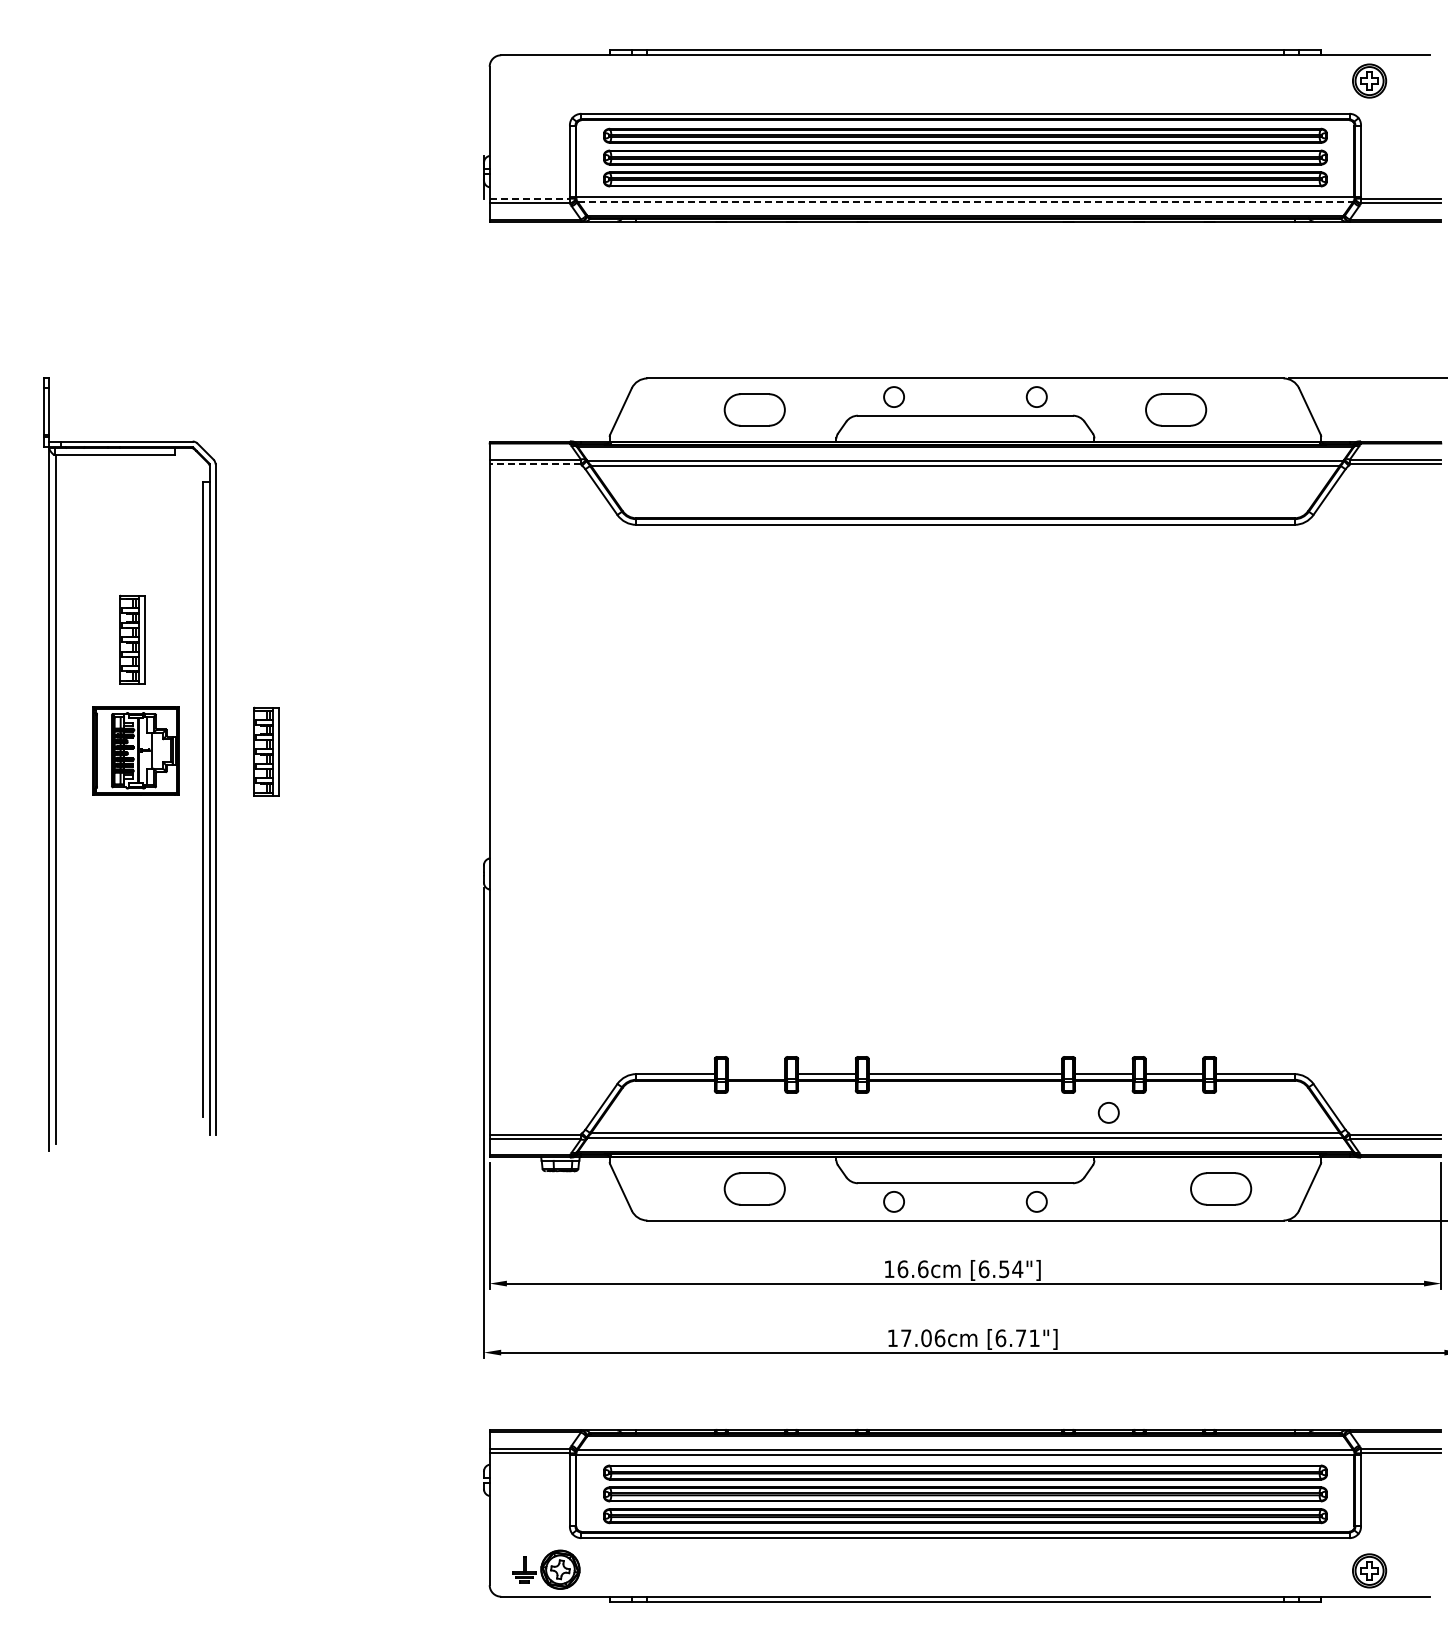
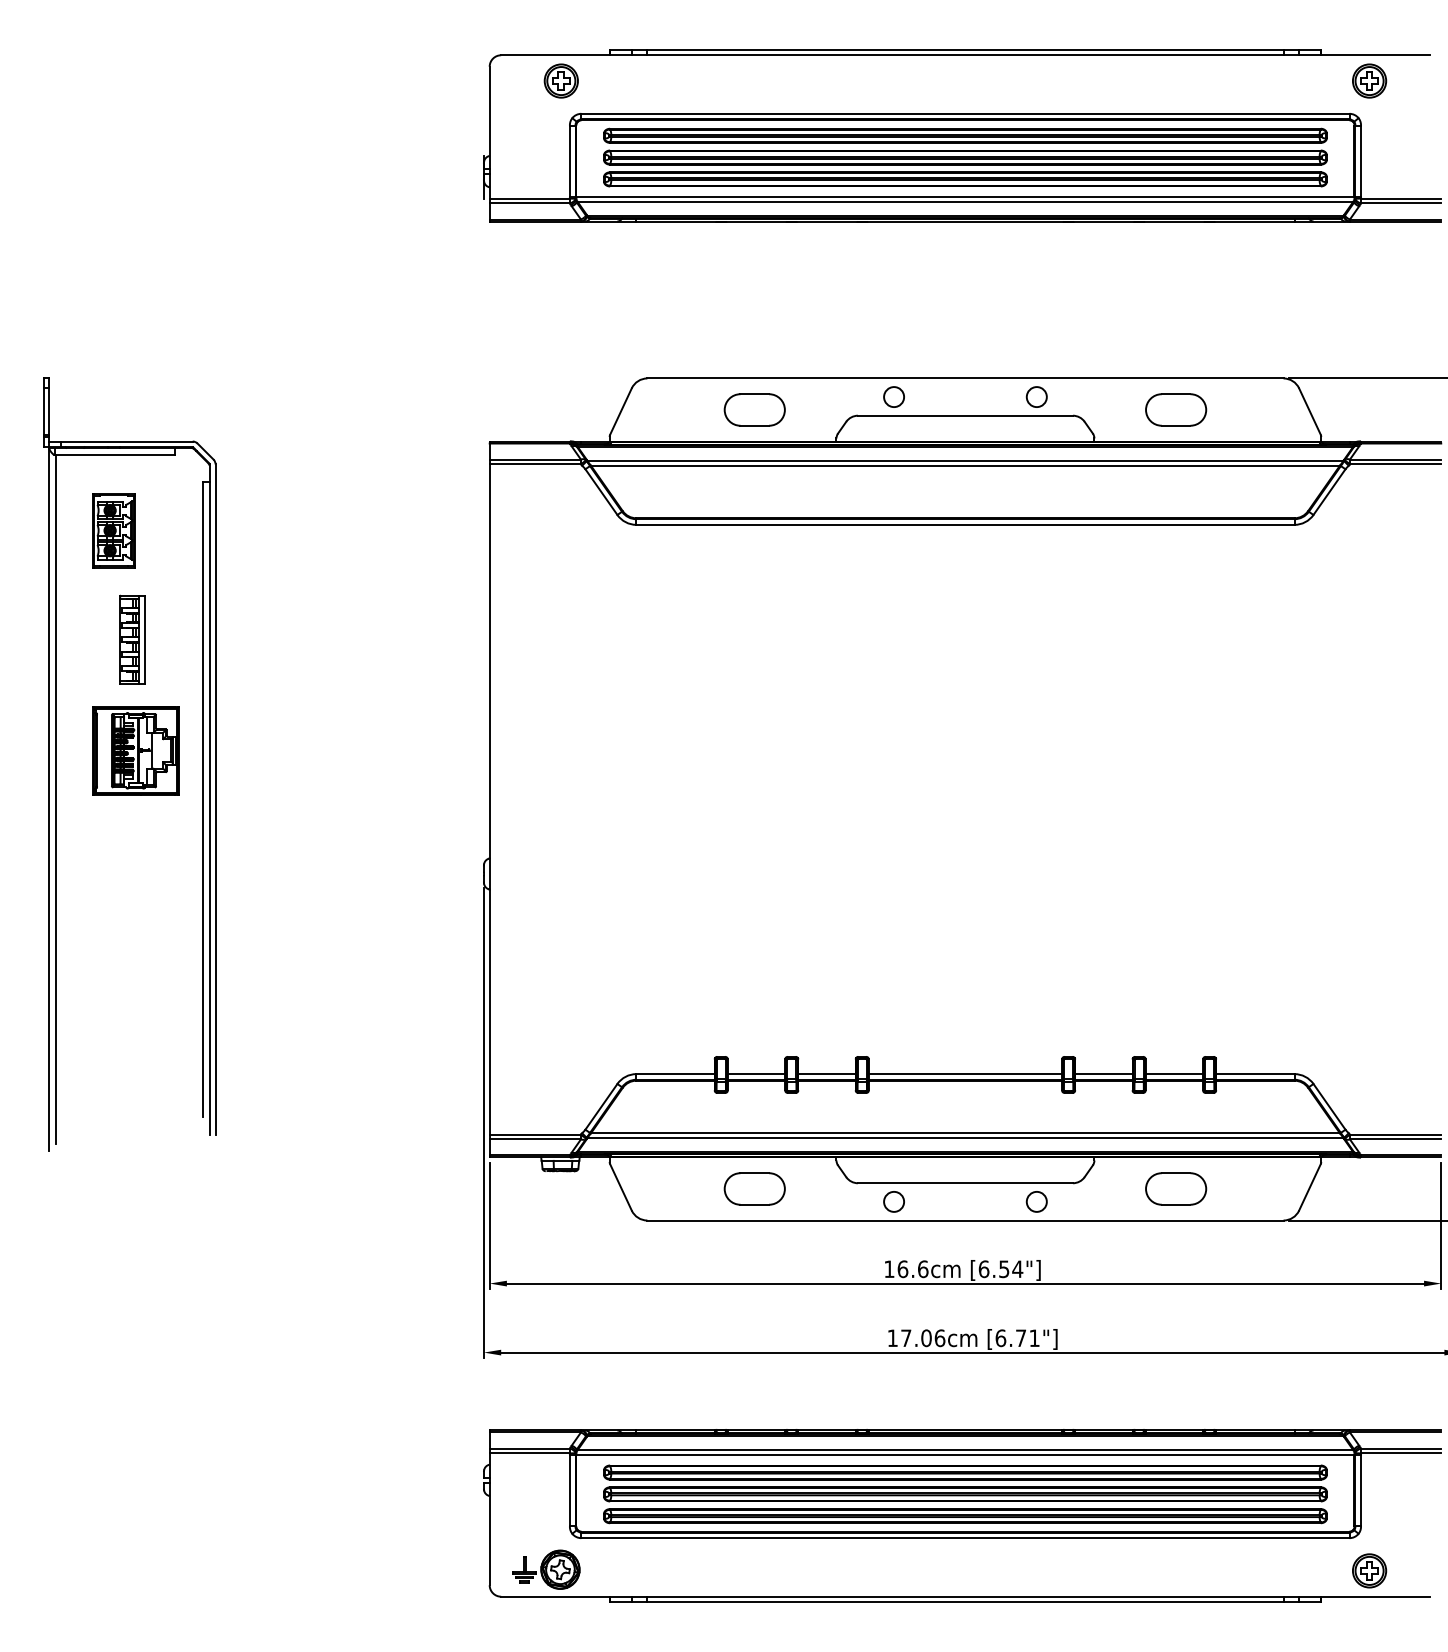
part at (560, 80): none -> present
line at (530, 198): dashed -> solid
line at (965, 202): dashed -> solid
line at (535, 464): dashed -> solid
part at (113, 530): none -> present
part at (266, 751): present -> none
line at (756, 1074): none -> present
circle at (1108, 1112): present -> none
part at (1221, 1188) position: (1221, 1188) -> (1176, 1188)
